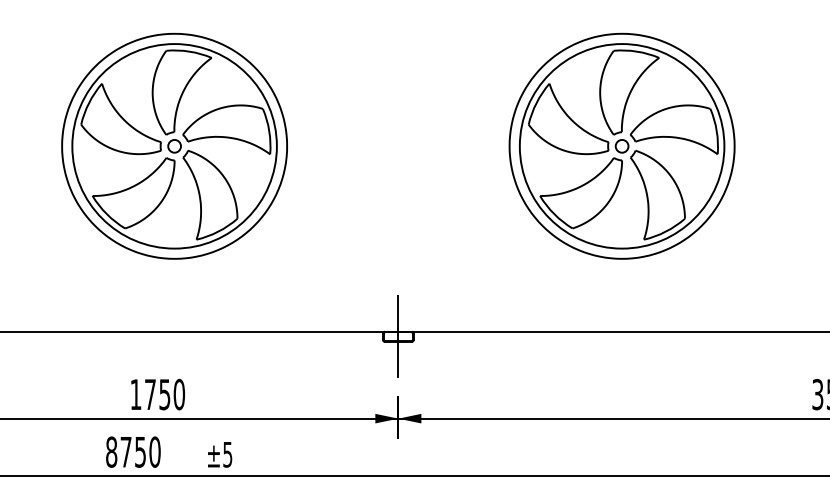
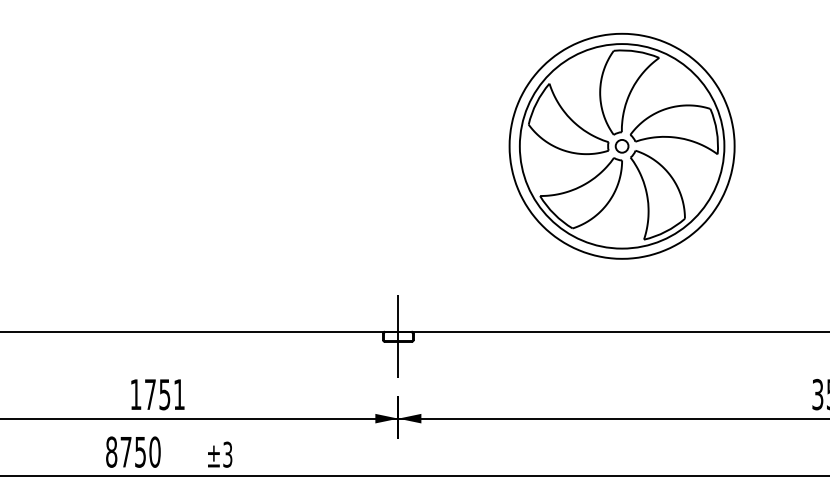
part at (174, 145): present -> none
text at (179, 394): 1750 -> 1751
text at (227, 453): ±5 -> ±3
